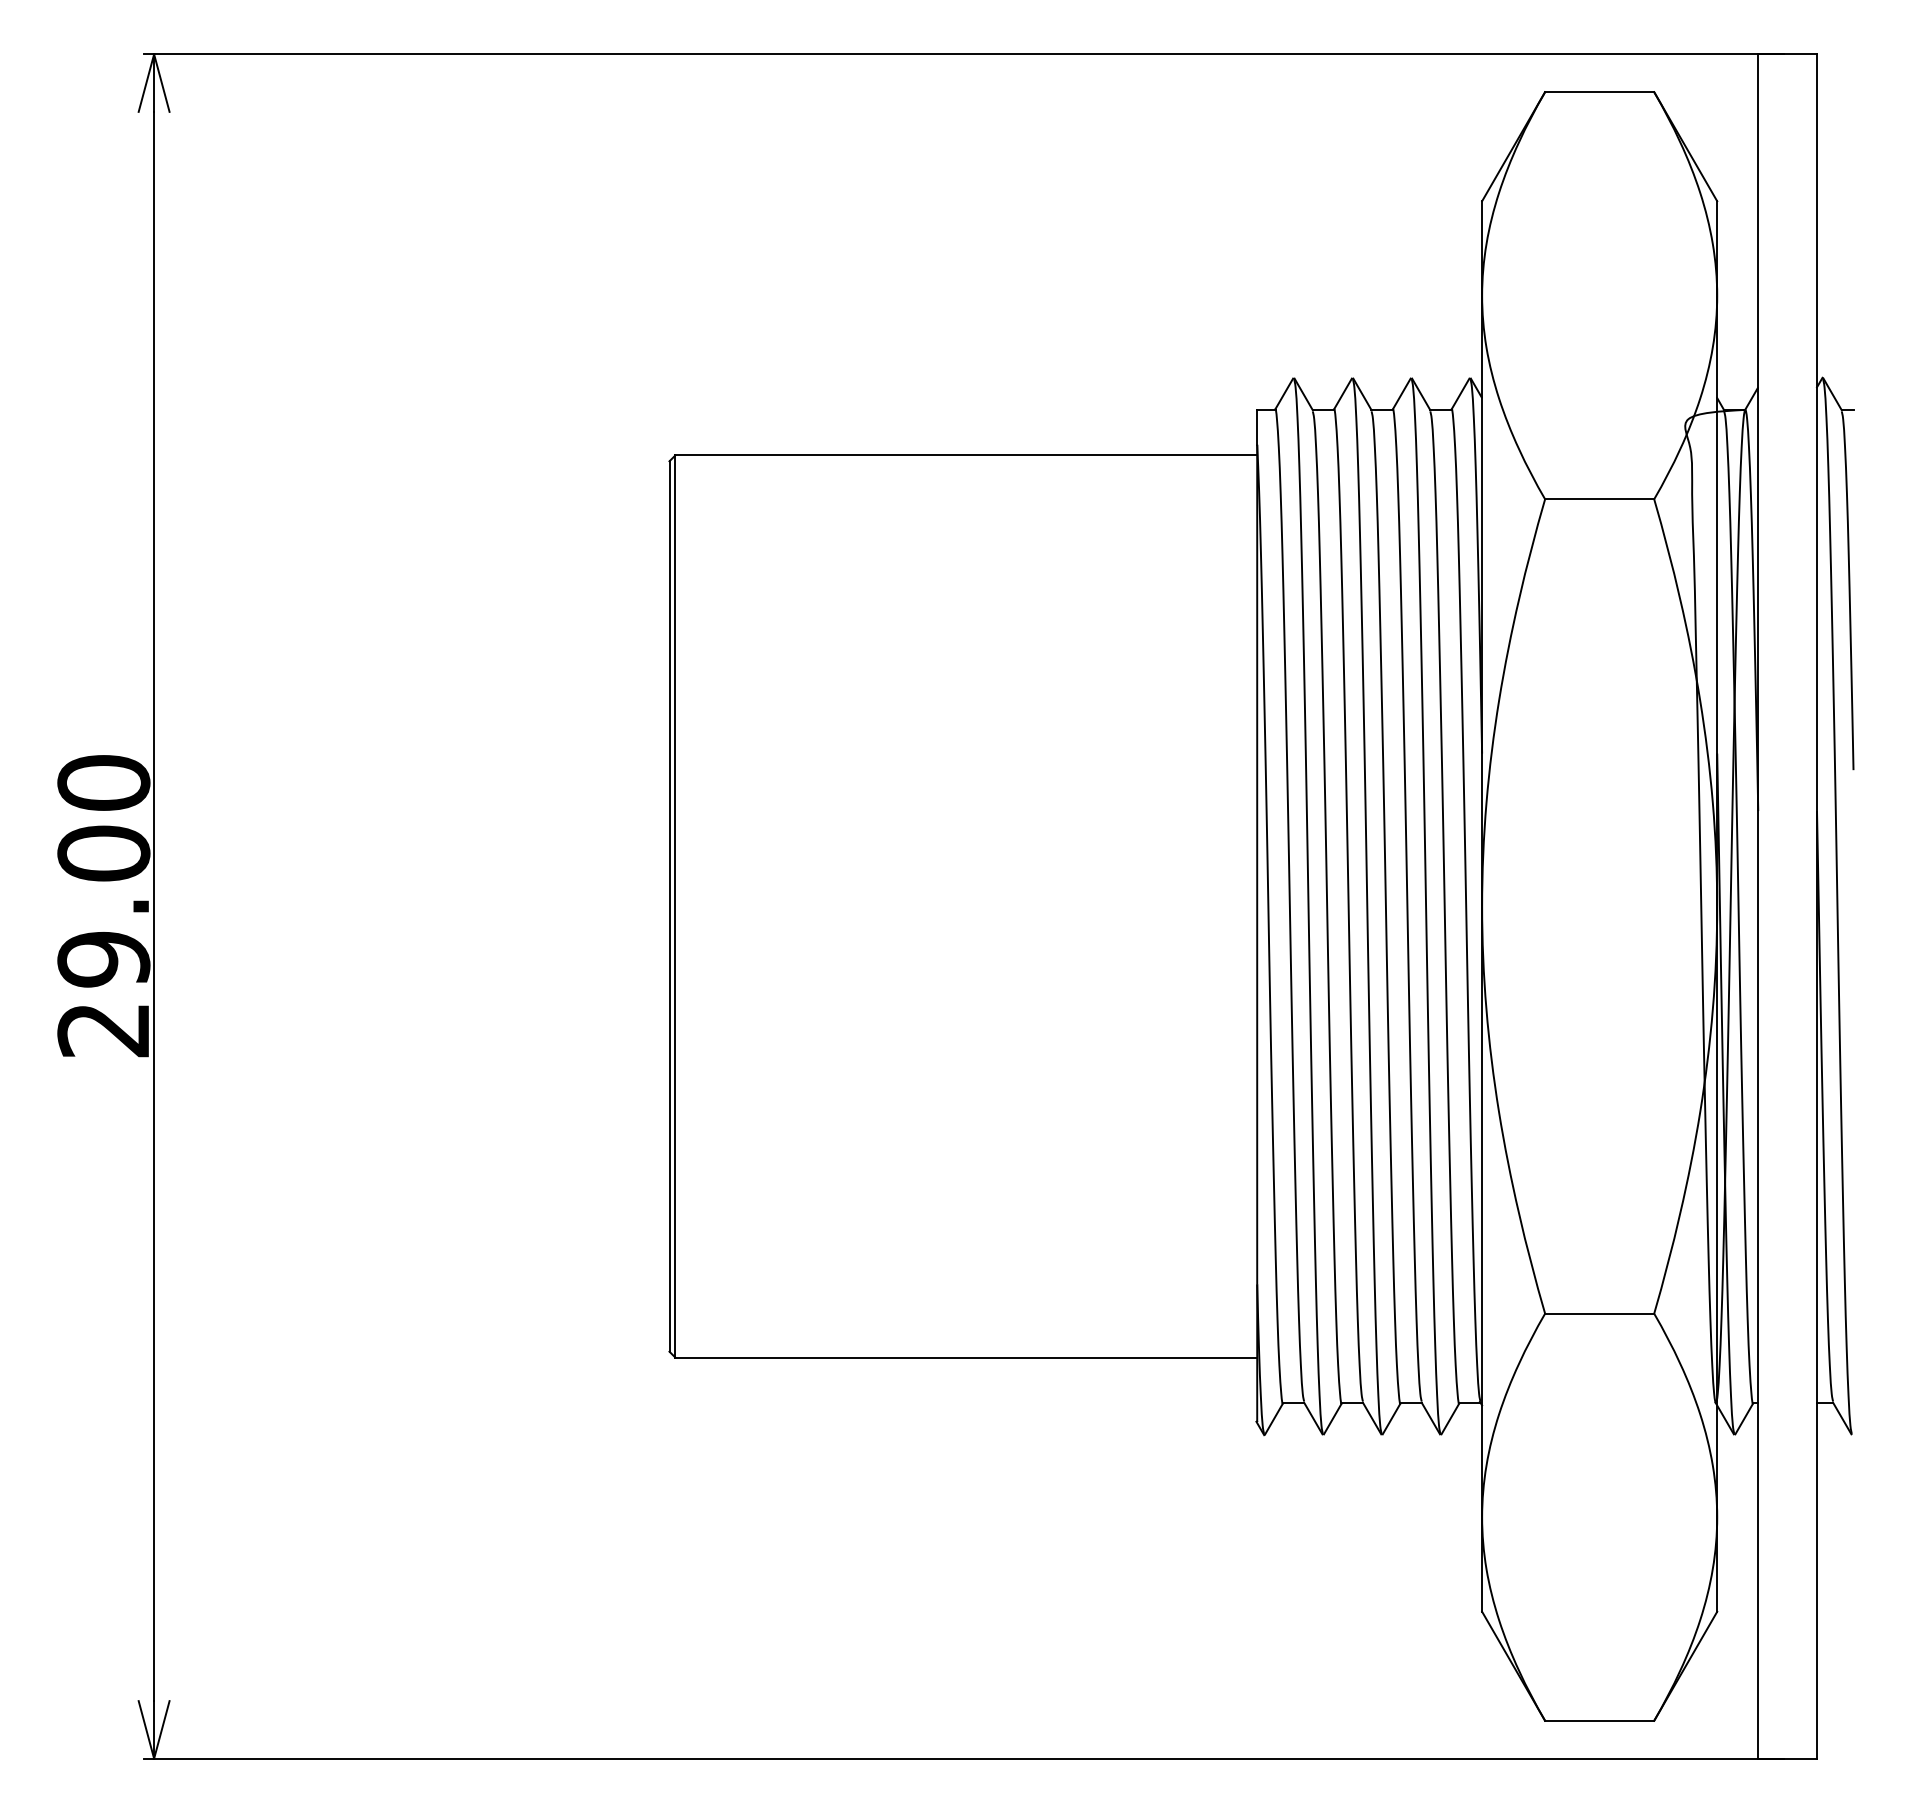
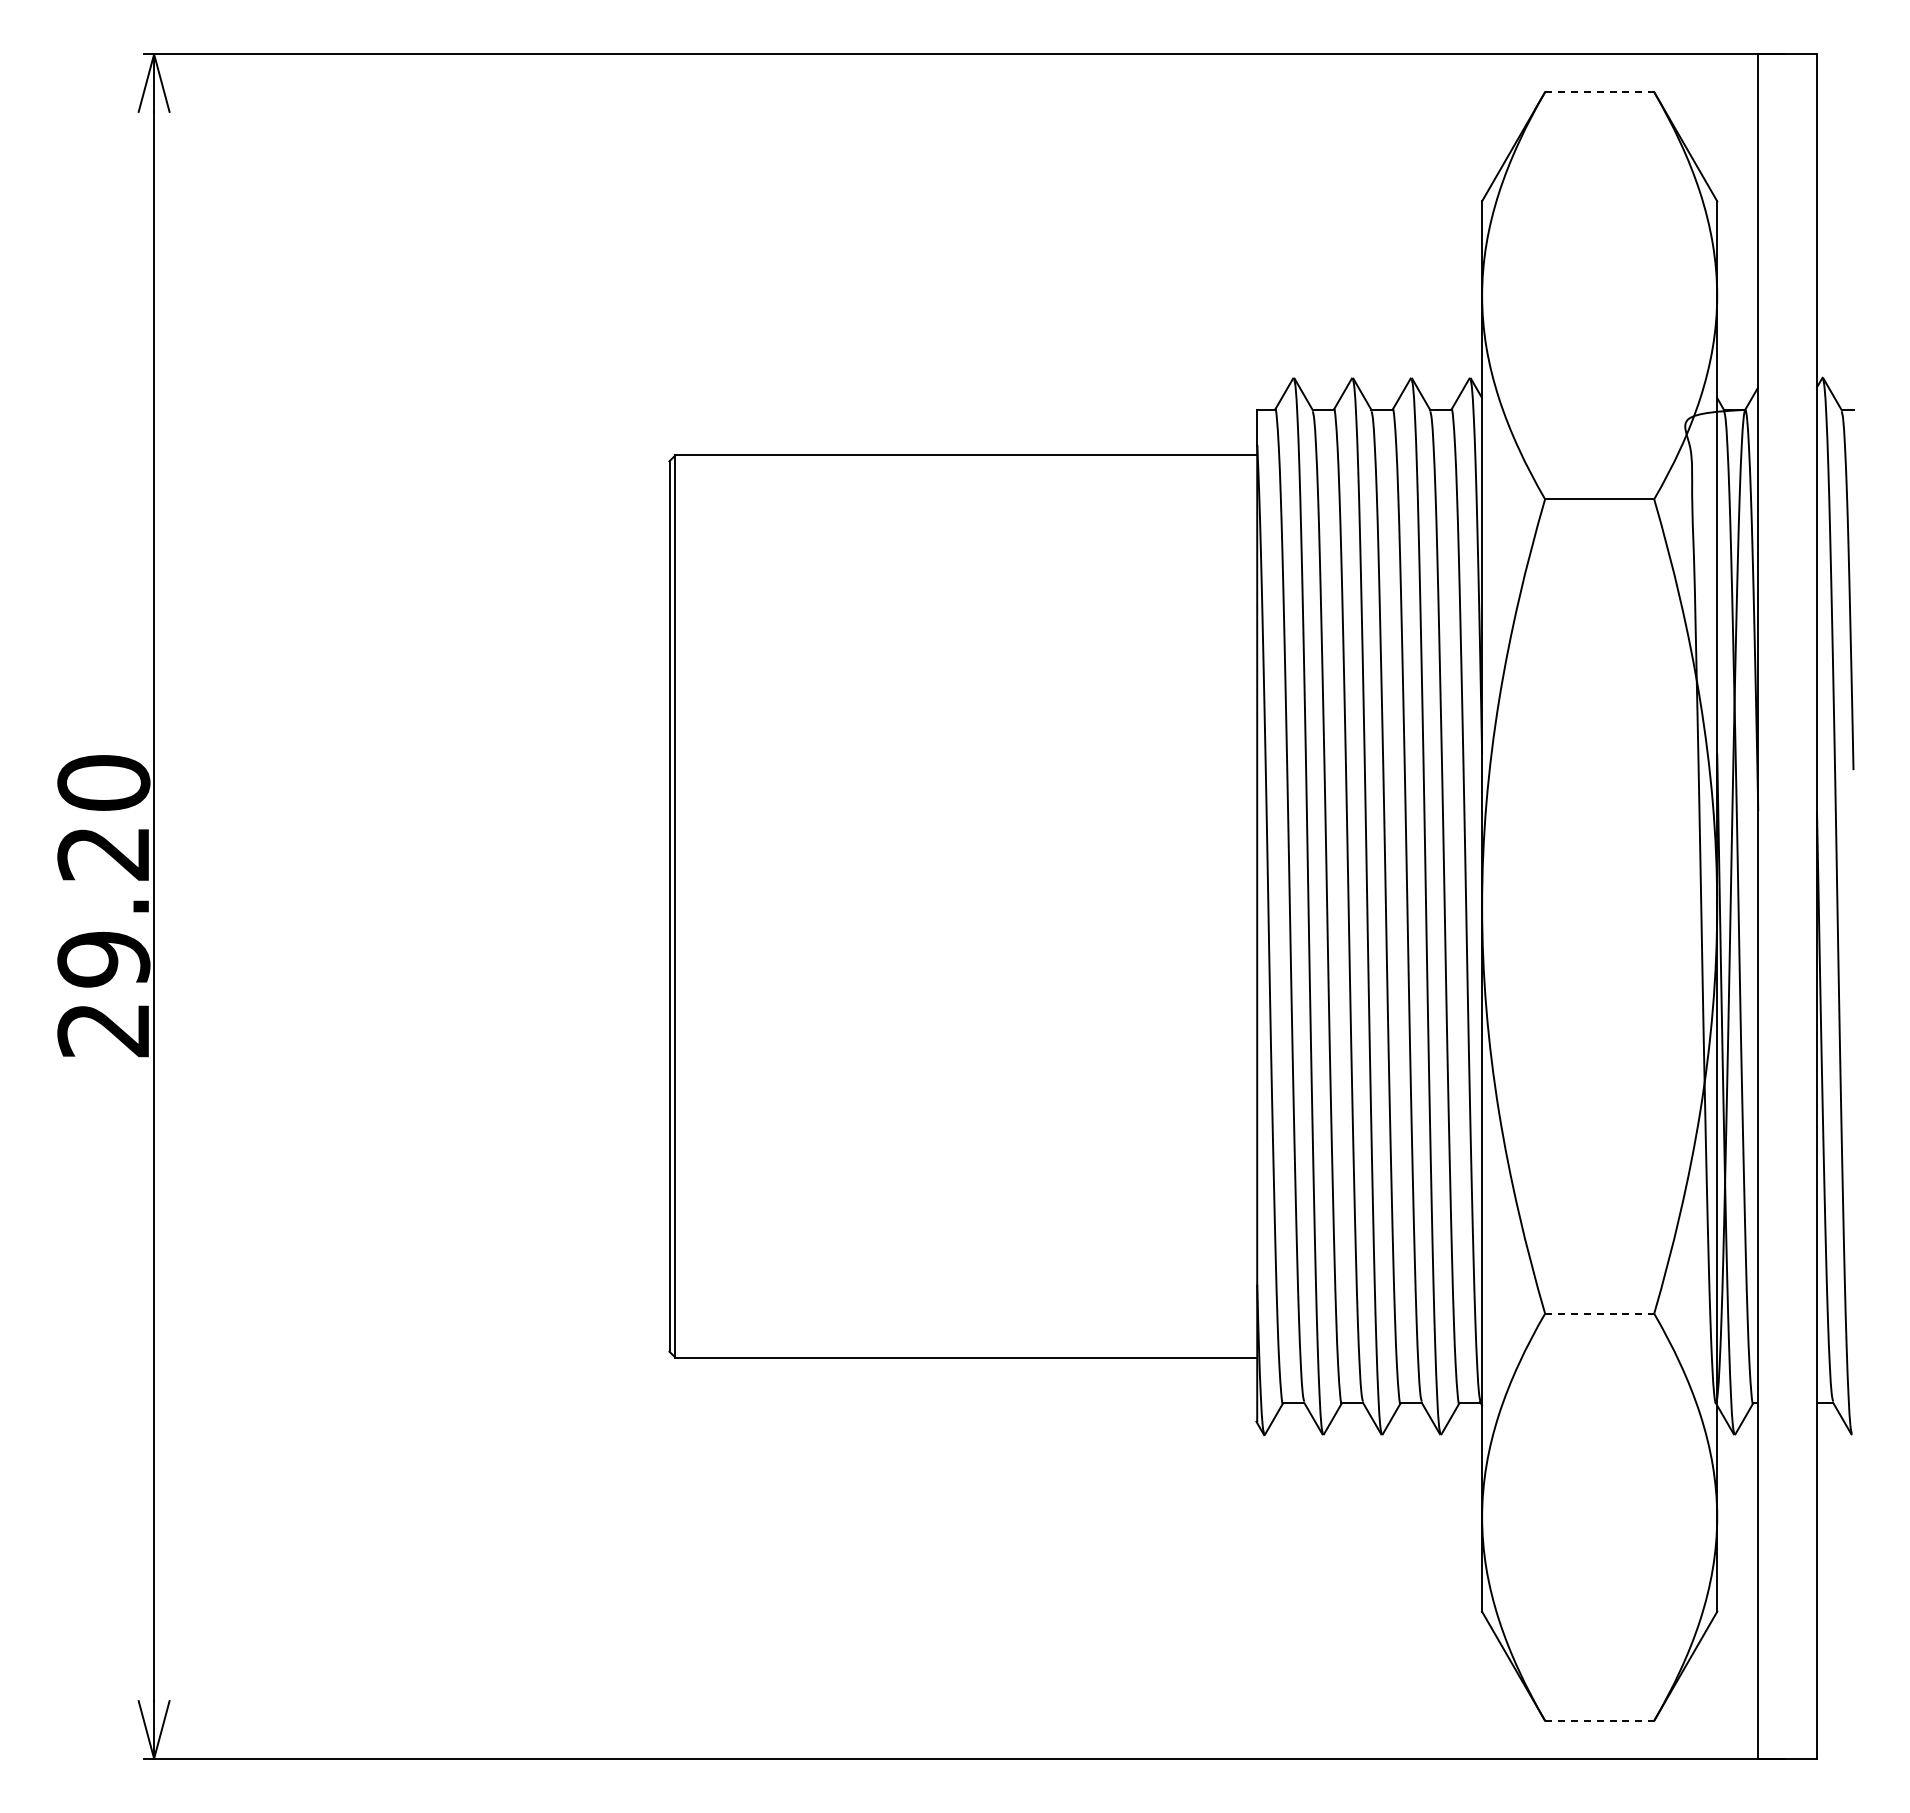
line at (1599, 92): solid -> dashed
text at (103, 853): 29.00 -> 29.20
line at (1599, 1313): solid -> dashed
line at (1599, 1720): solid -> dashed
